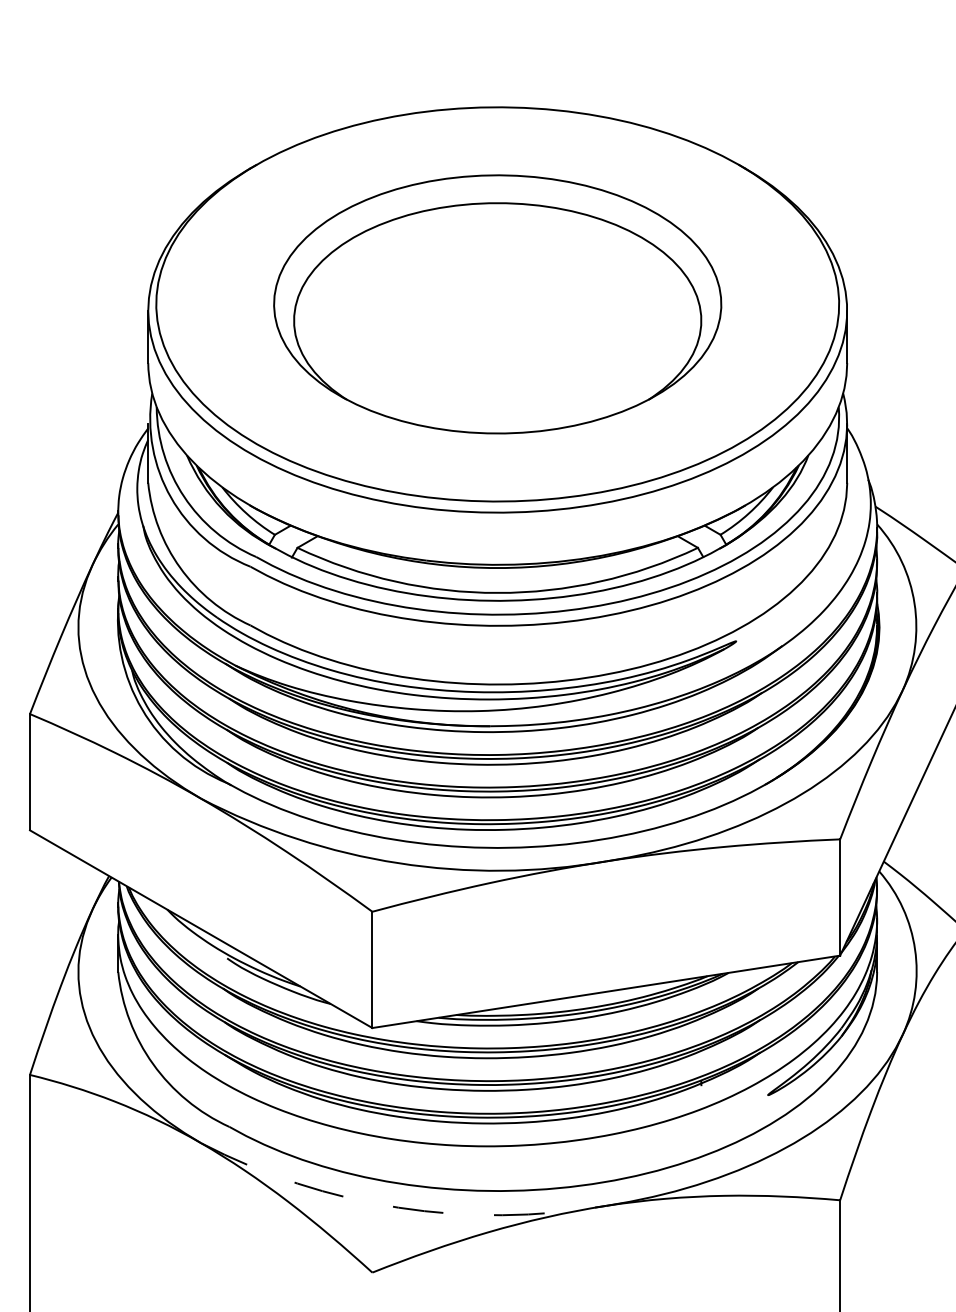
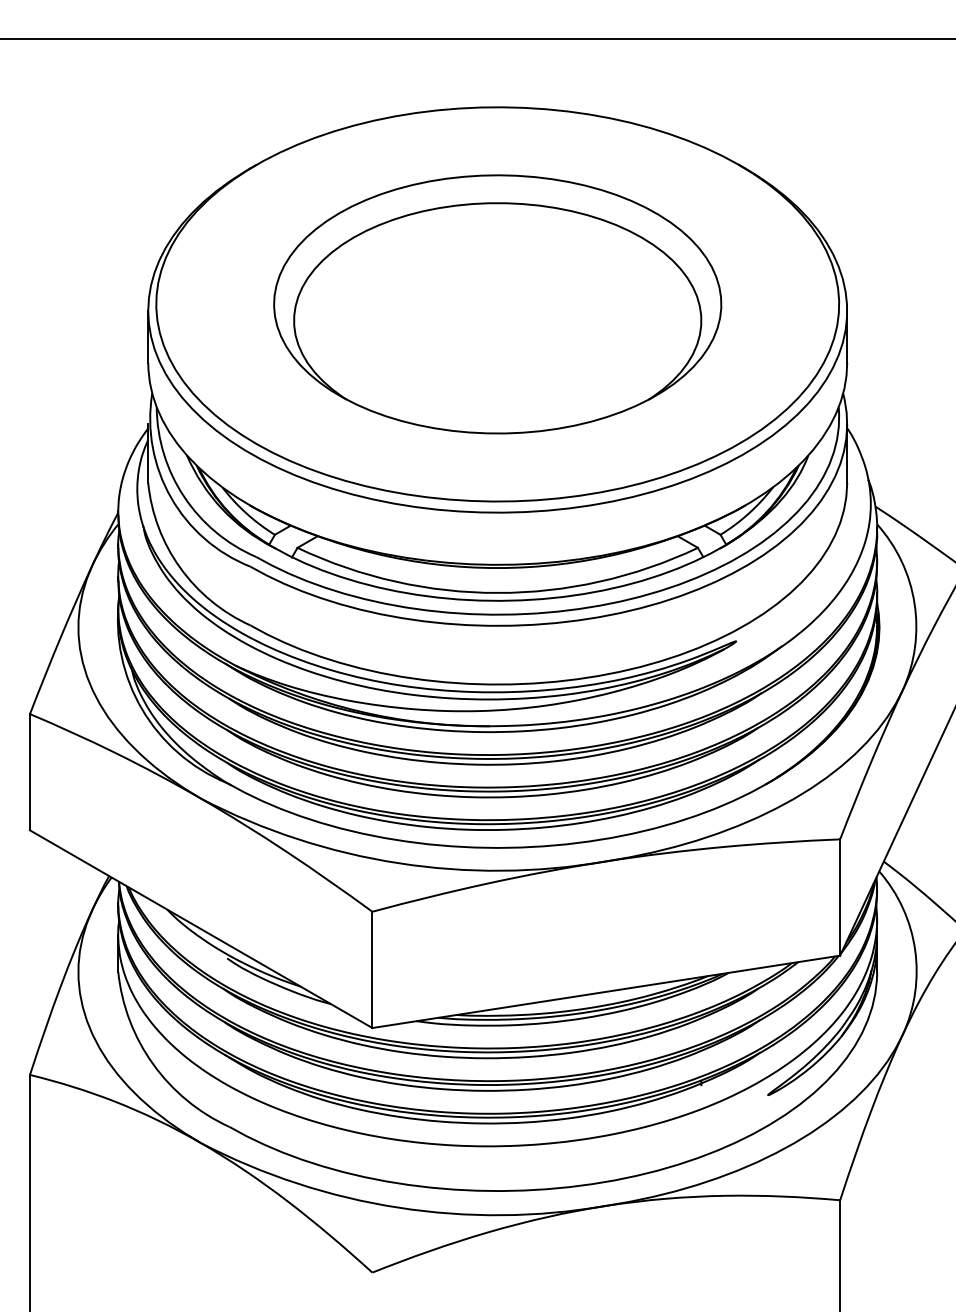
line at (477, 39): none -> present
arc at (398, 1207): dashed -> solid
